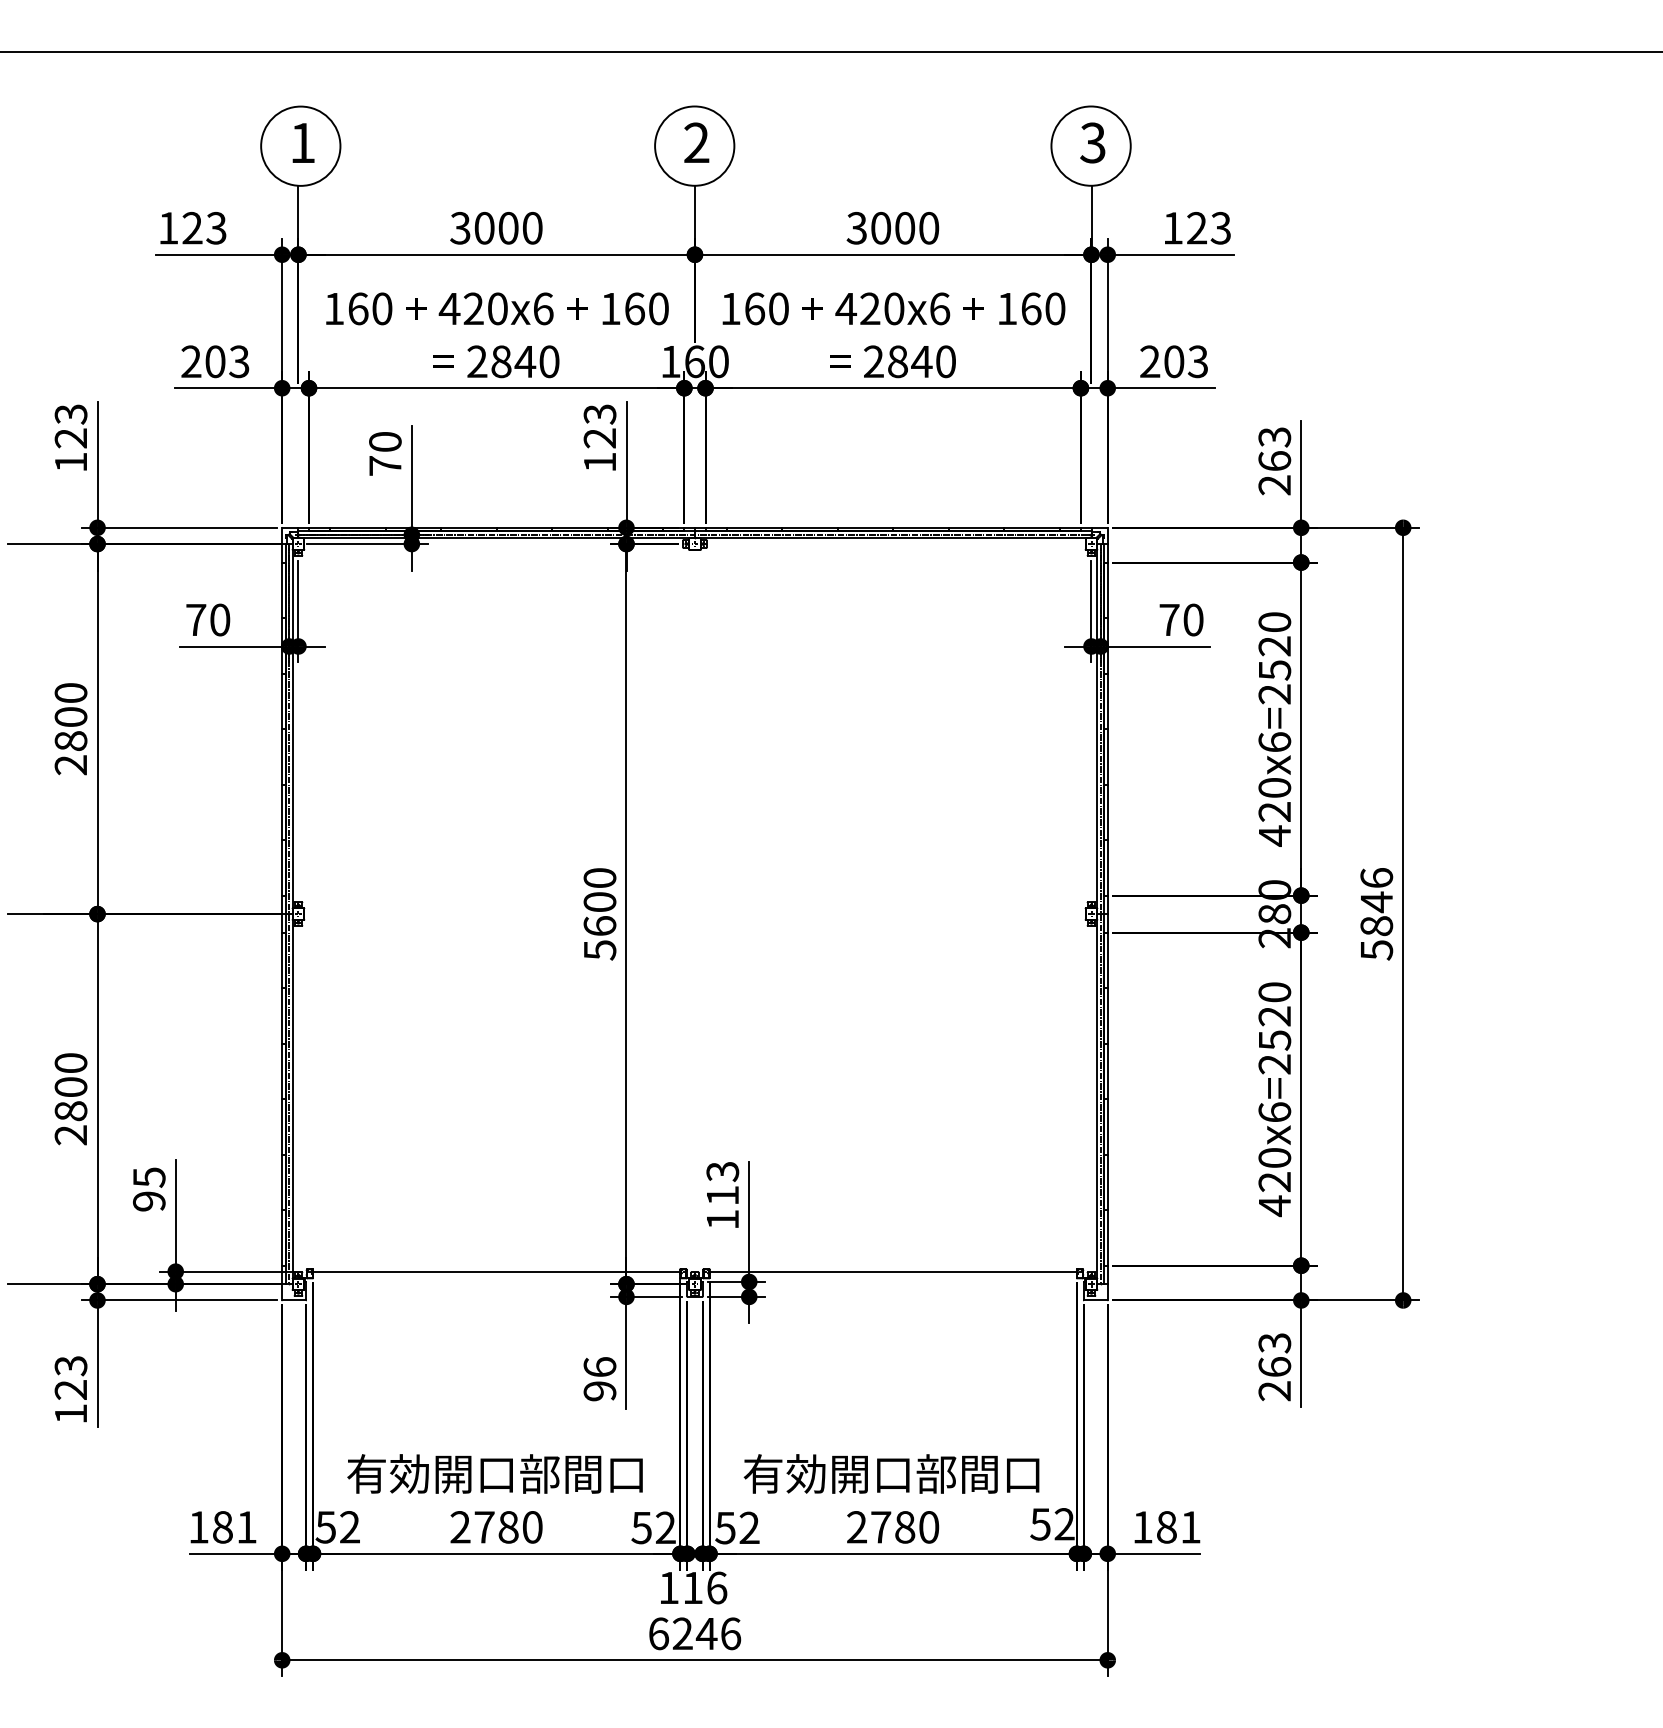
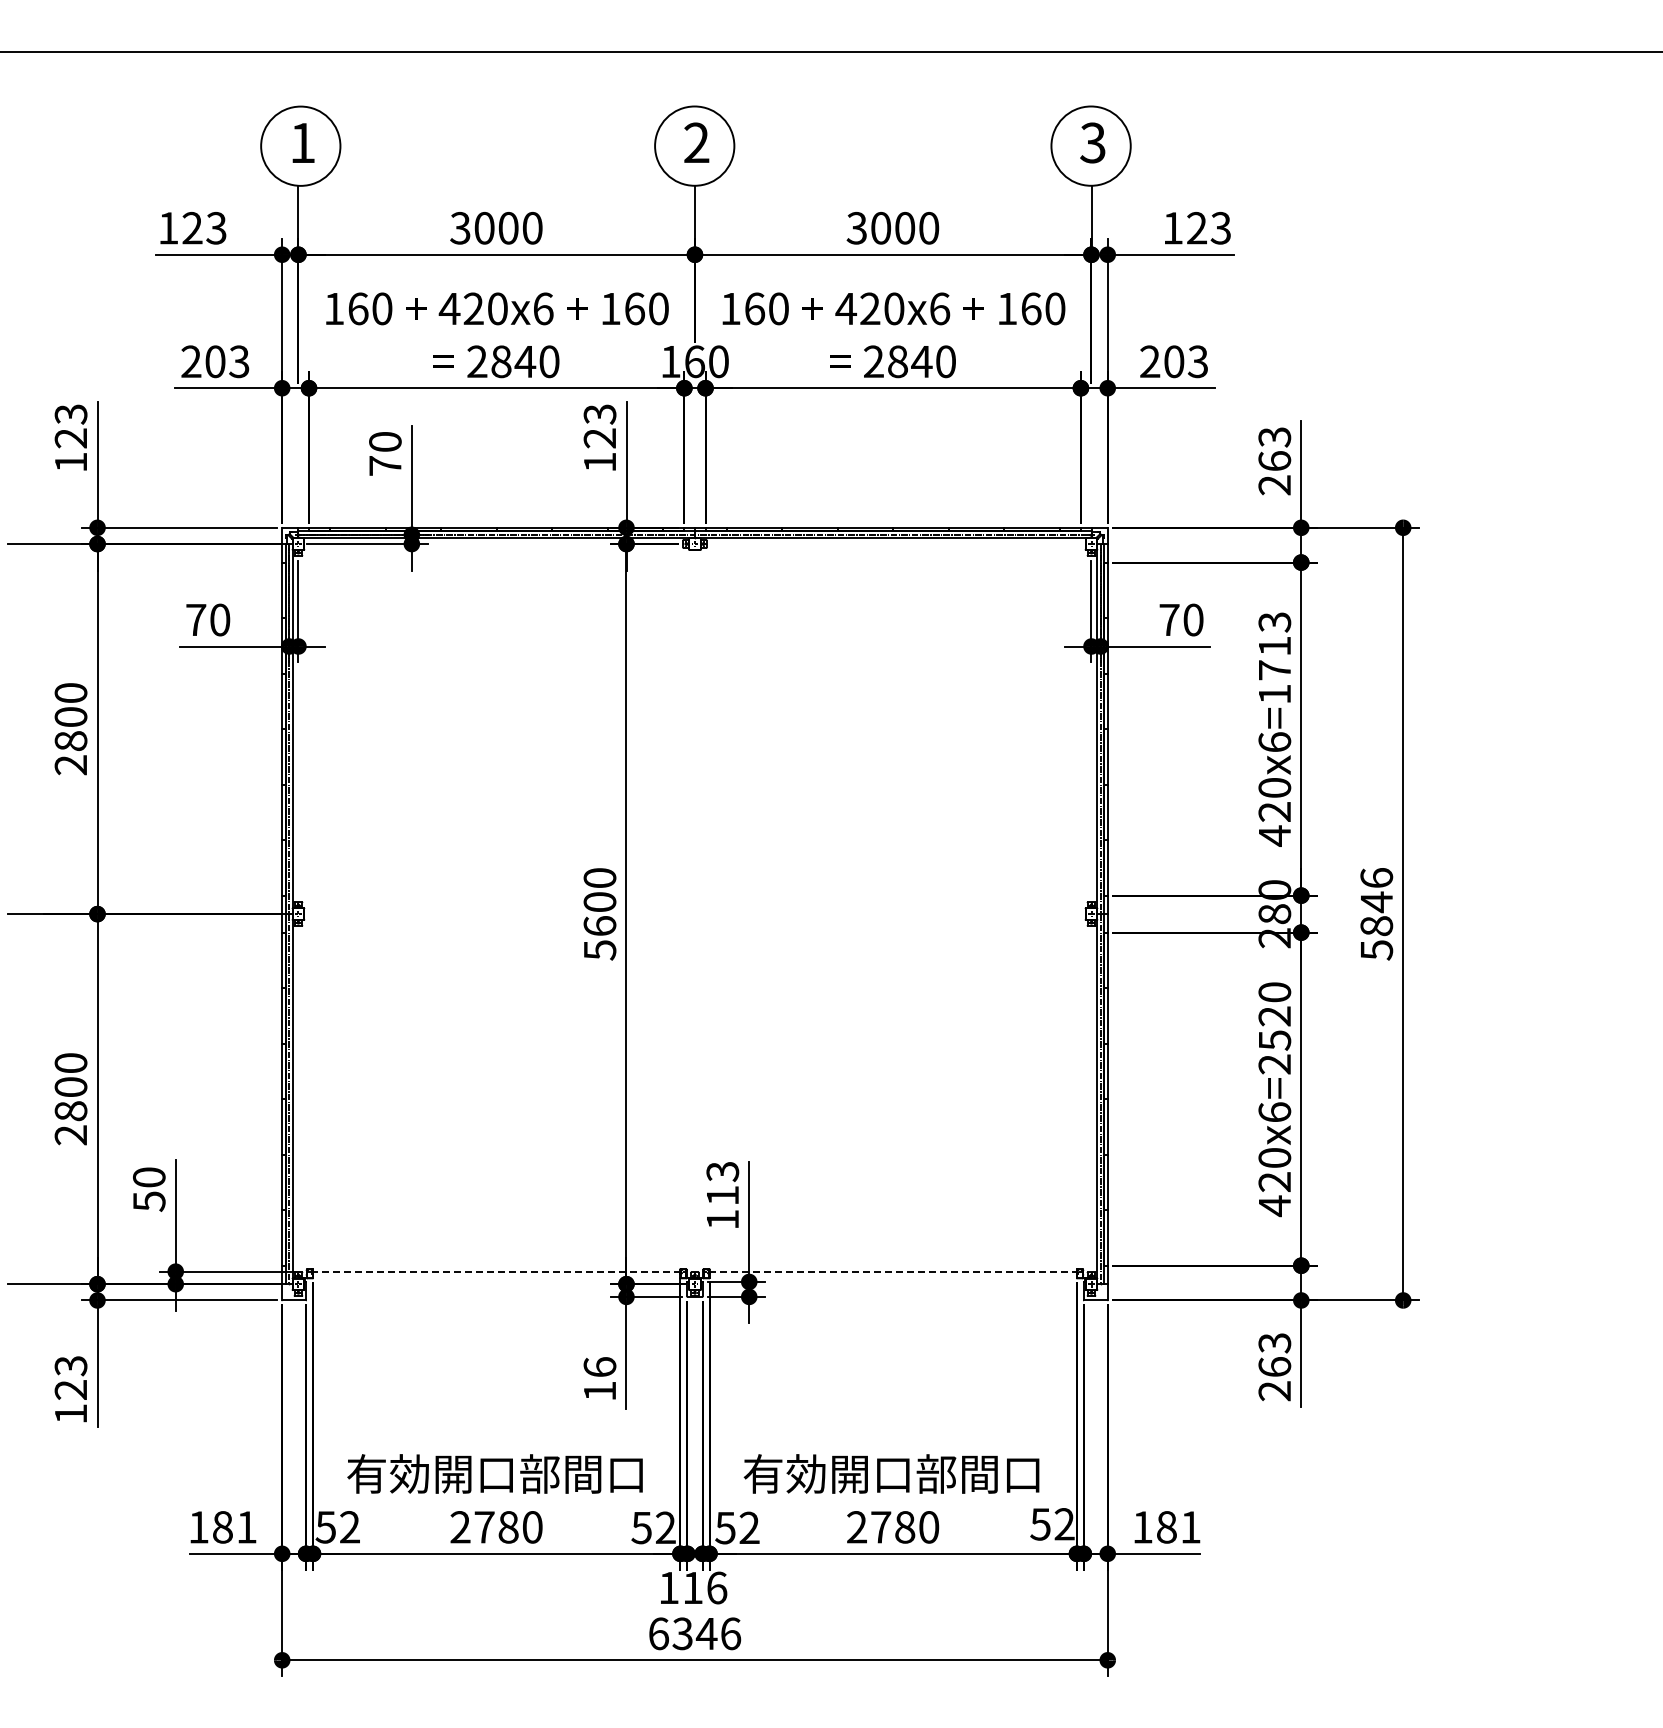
text at (1274, 658): 420x6=2520 -> 420x6=1713
text at (148, 1189): 95 -> 50
line at (496, 1271): solid -> dashed
line at (893, 1271): solid -> dashed
text at (599, 1391): 96 -> 16
text at (682, 1634): 6246 -> 6346
